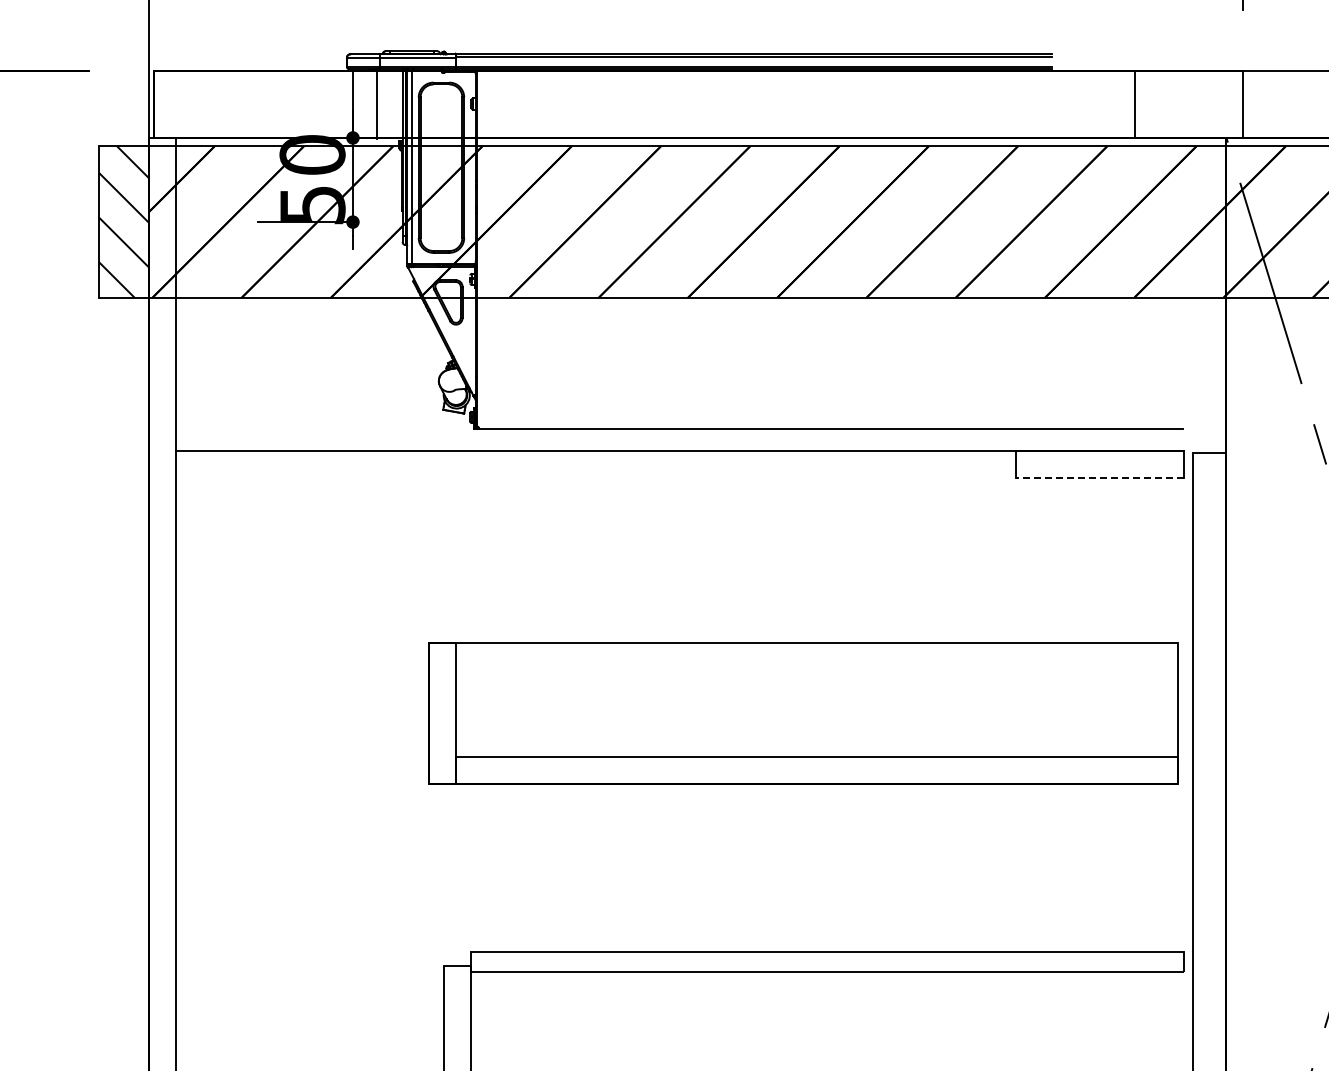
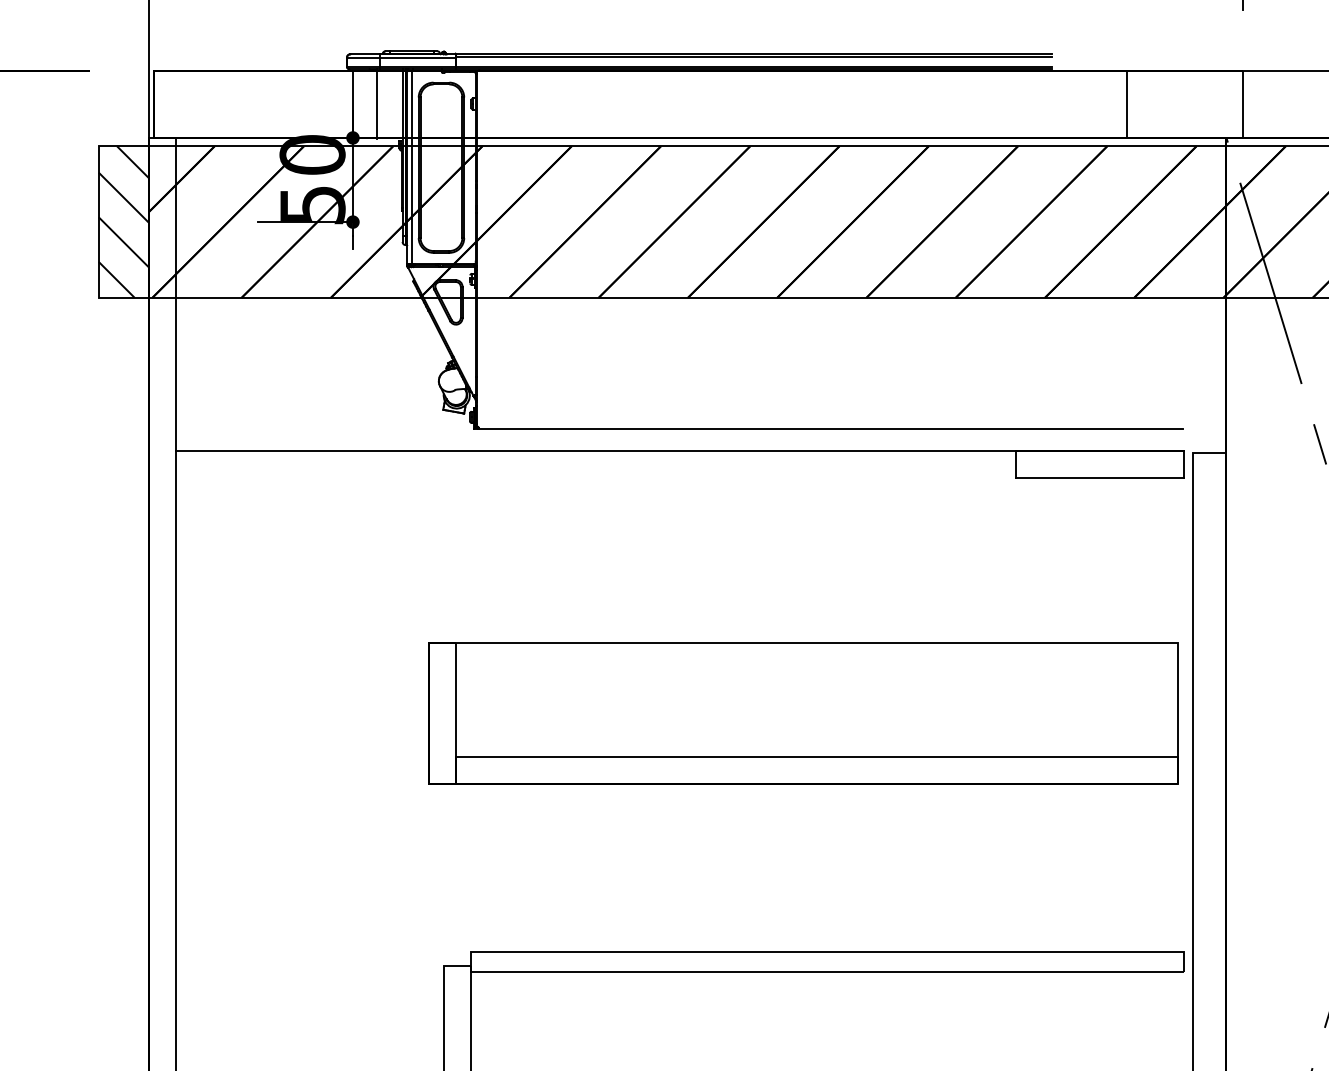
line at (1135, 103) position: (1135, 103) -> (1127, 103)
line at (1099, 477): dashed -> solid
